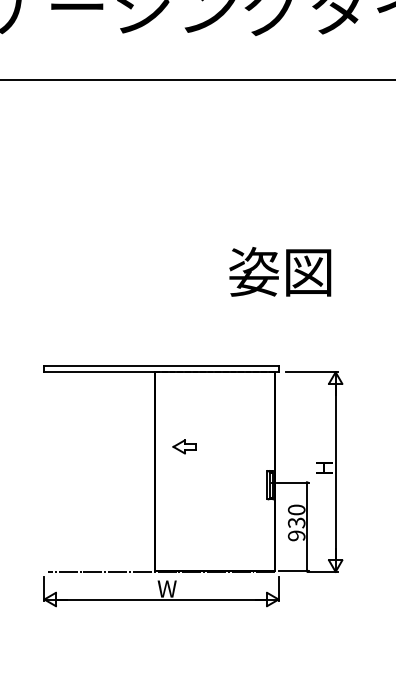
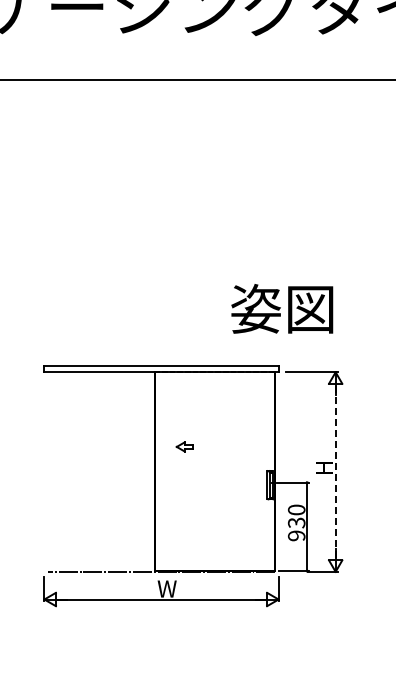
text at (280, 271) position: (280, 271) -> (282, 308)
part at (184, 446) size: 25x16 px -> 19x12 px
line at (335, 472): solid -> dashed
